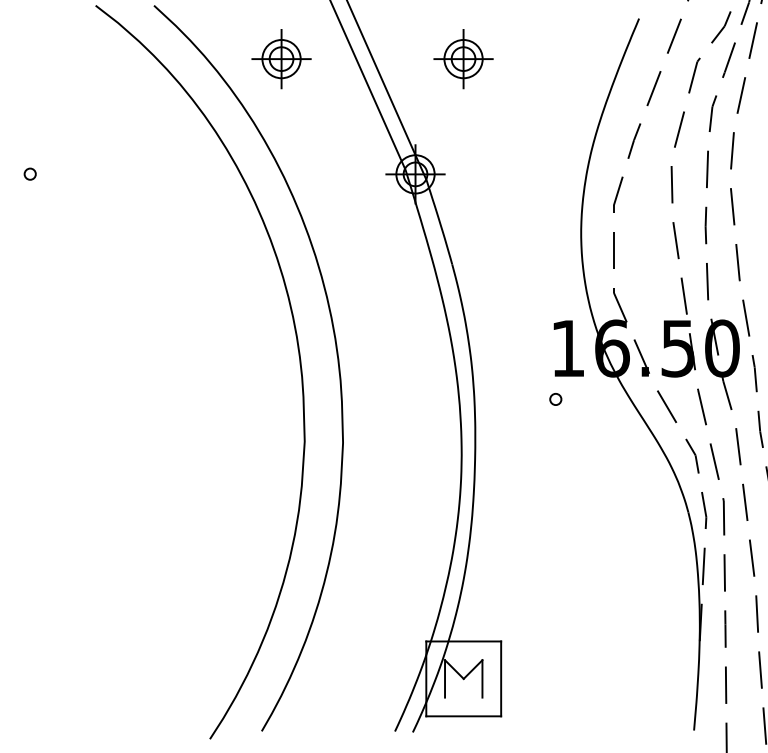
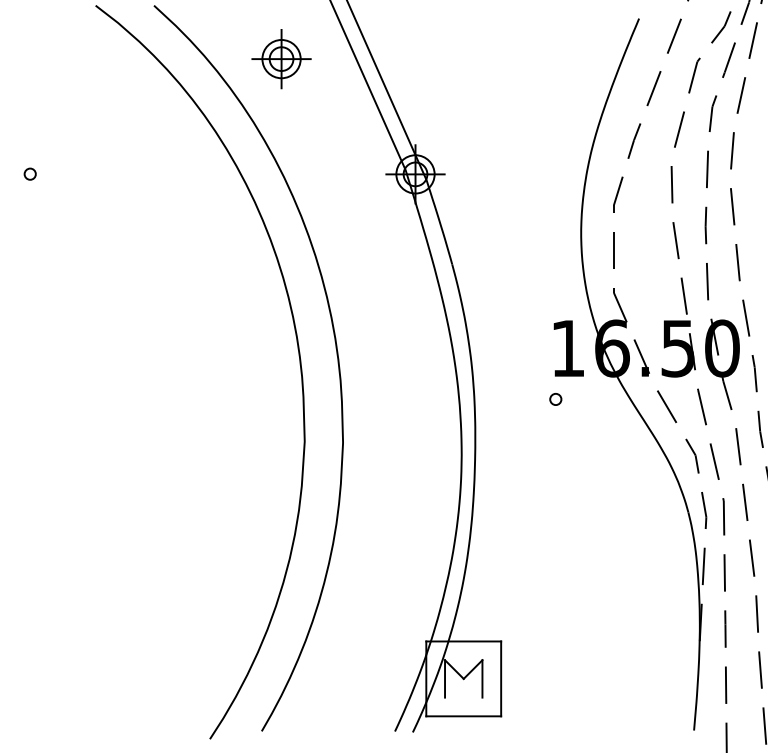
part at (463, 59): present -> none
